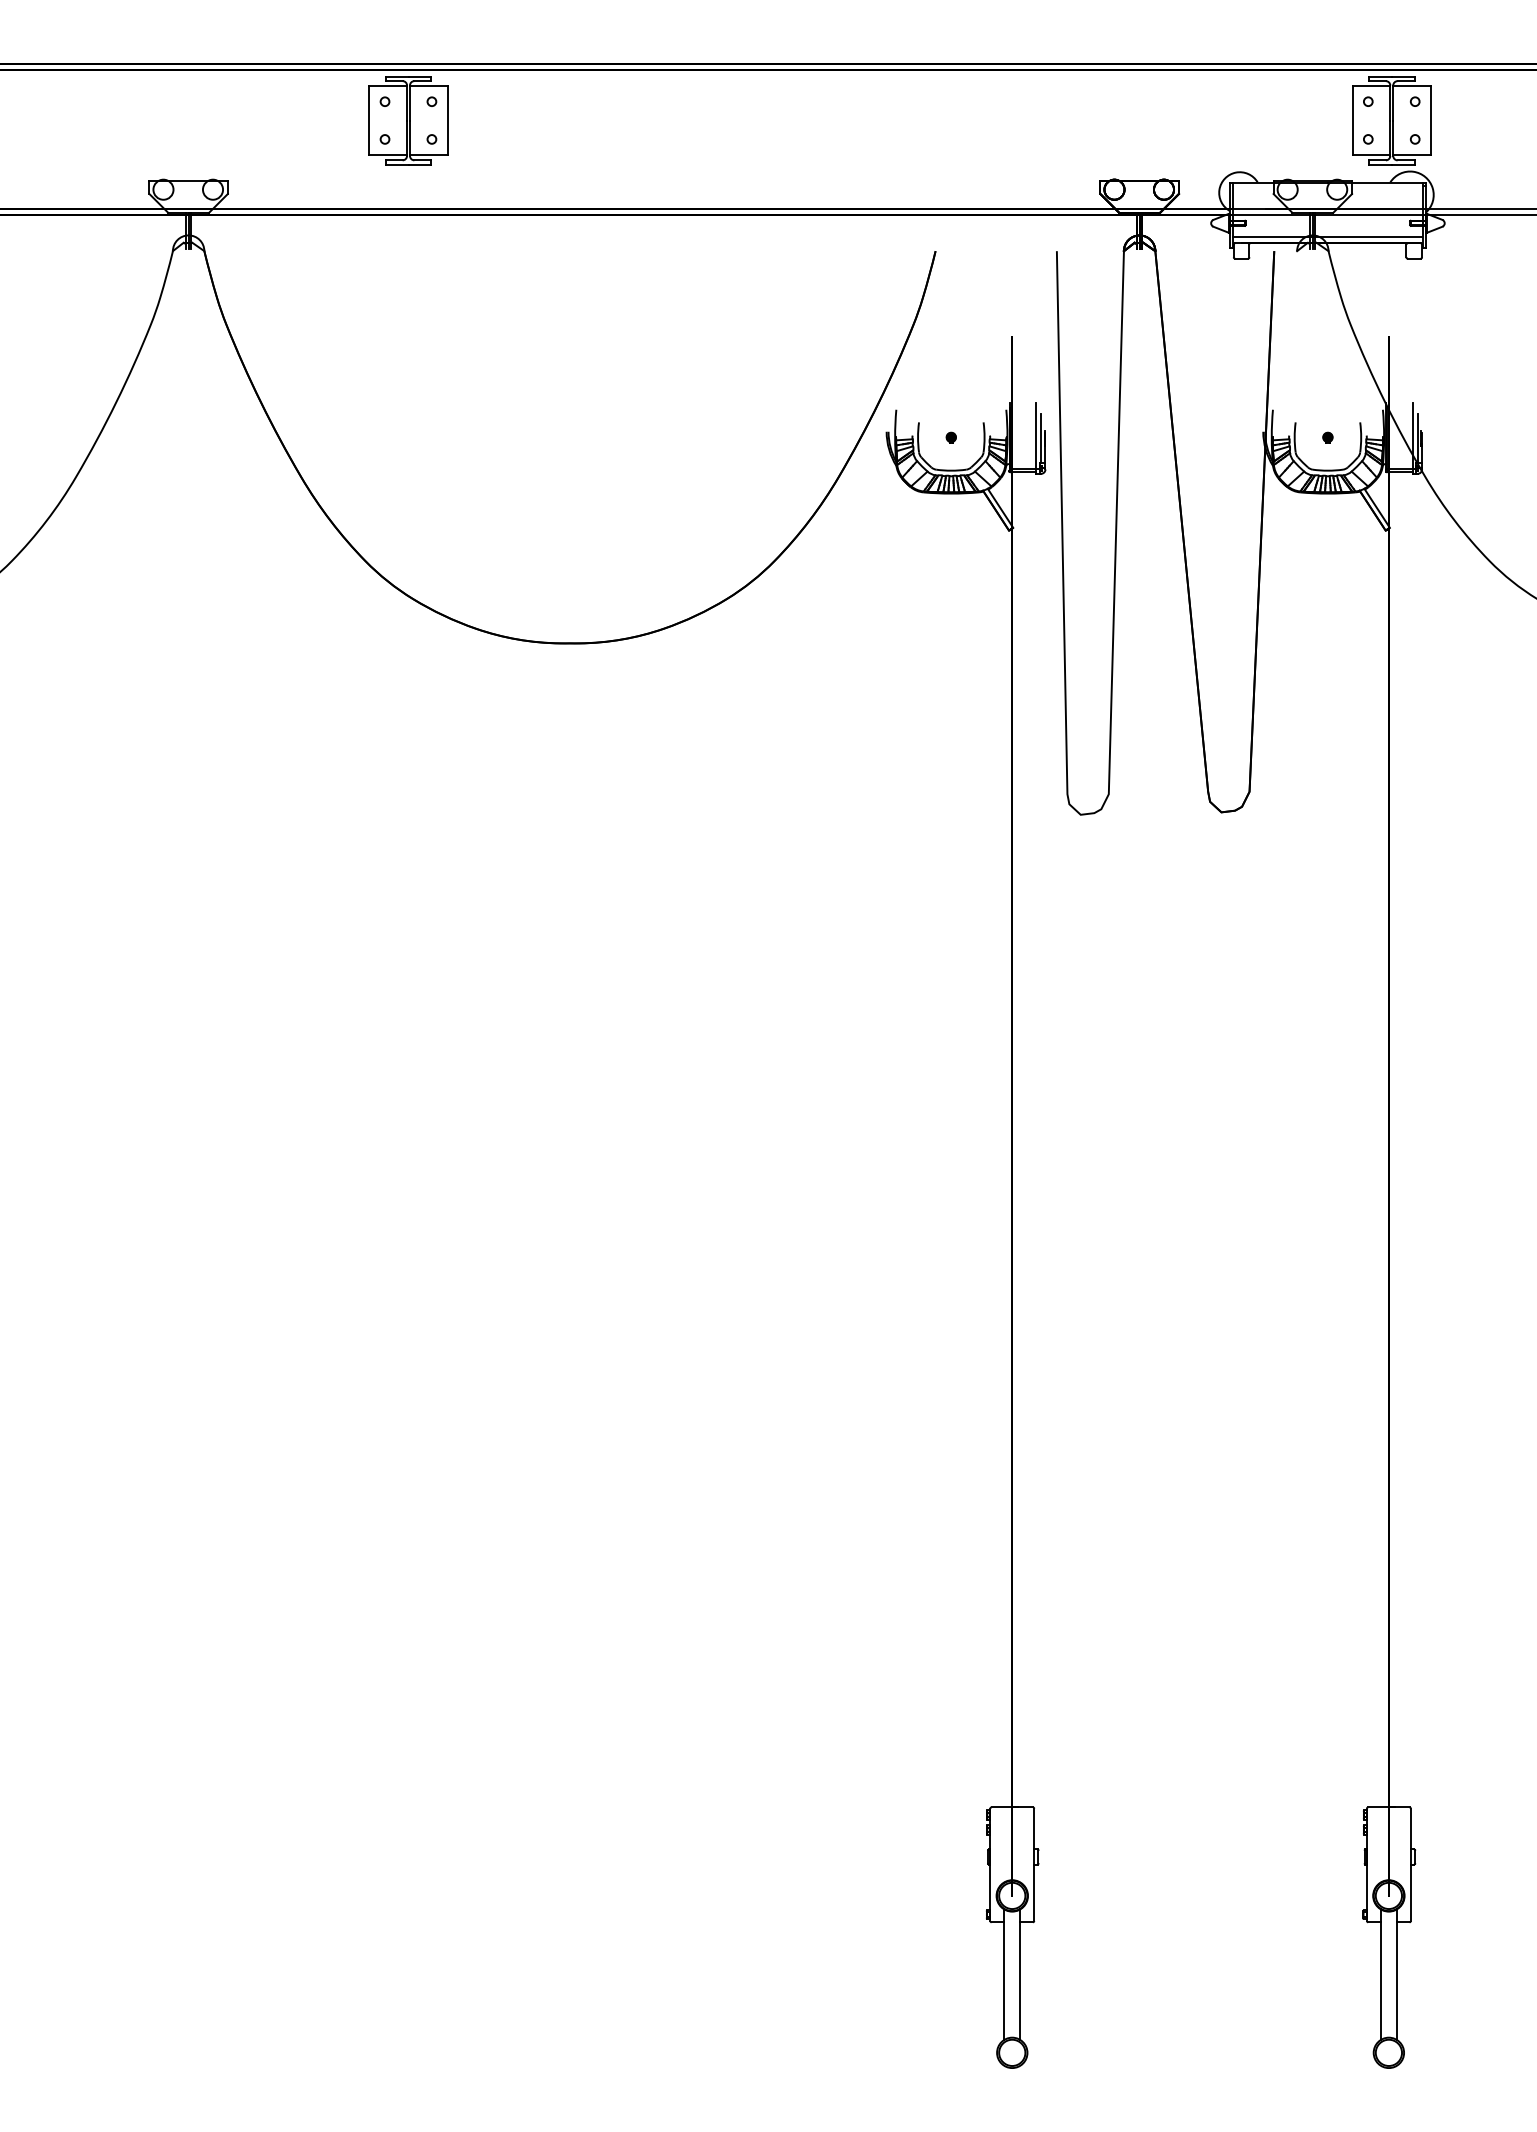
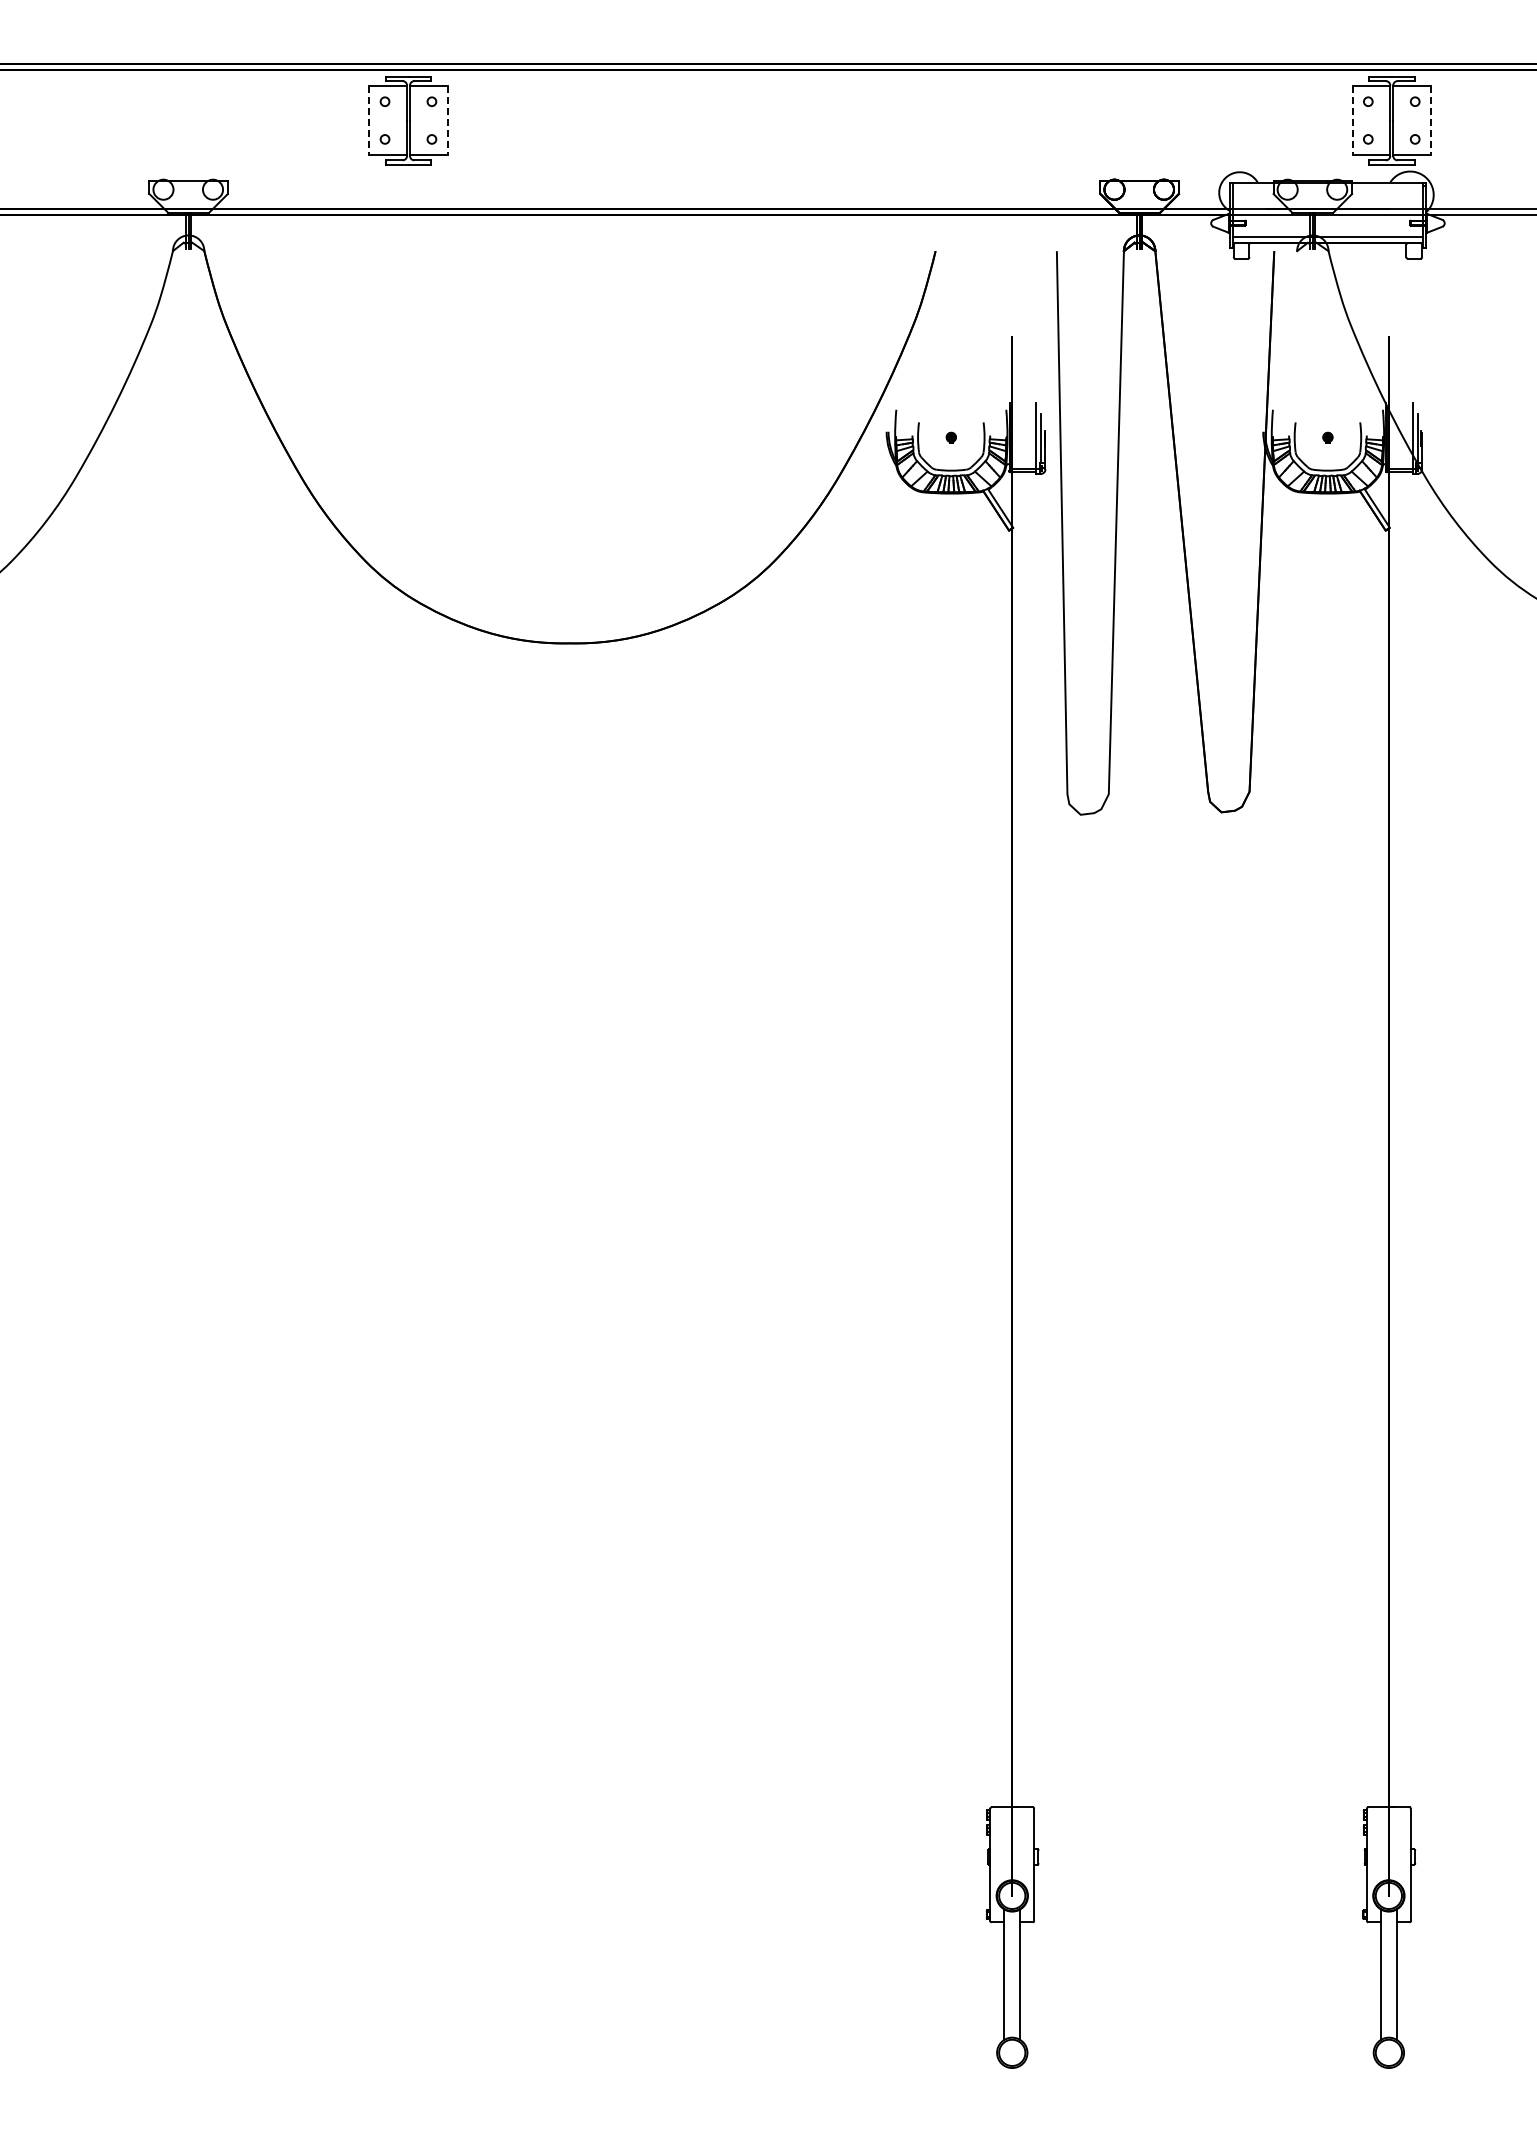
line at (369, 120): solid -> dashed
line at (447, 120): solid -> dashed
line at (1352, 120): solid -> dashed
line at (1430, 120): solid -> dashed
